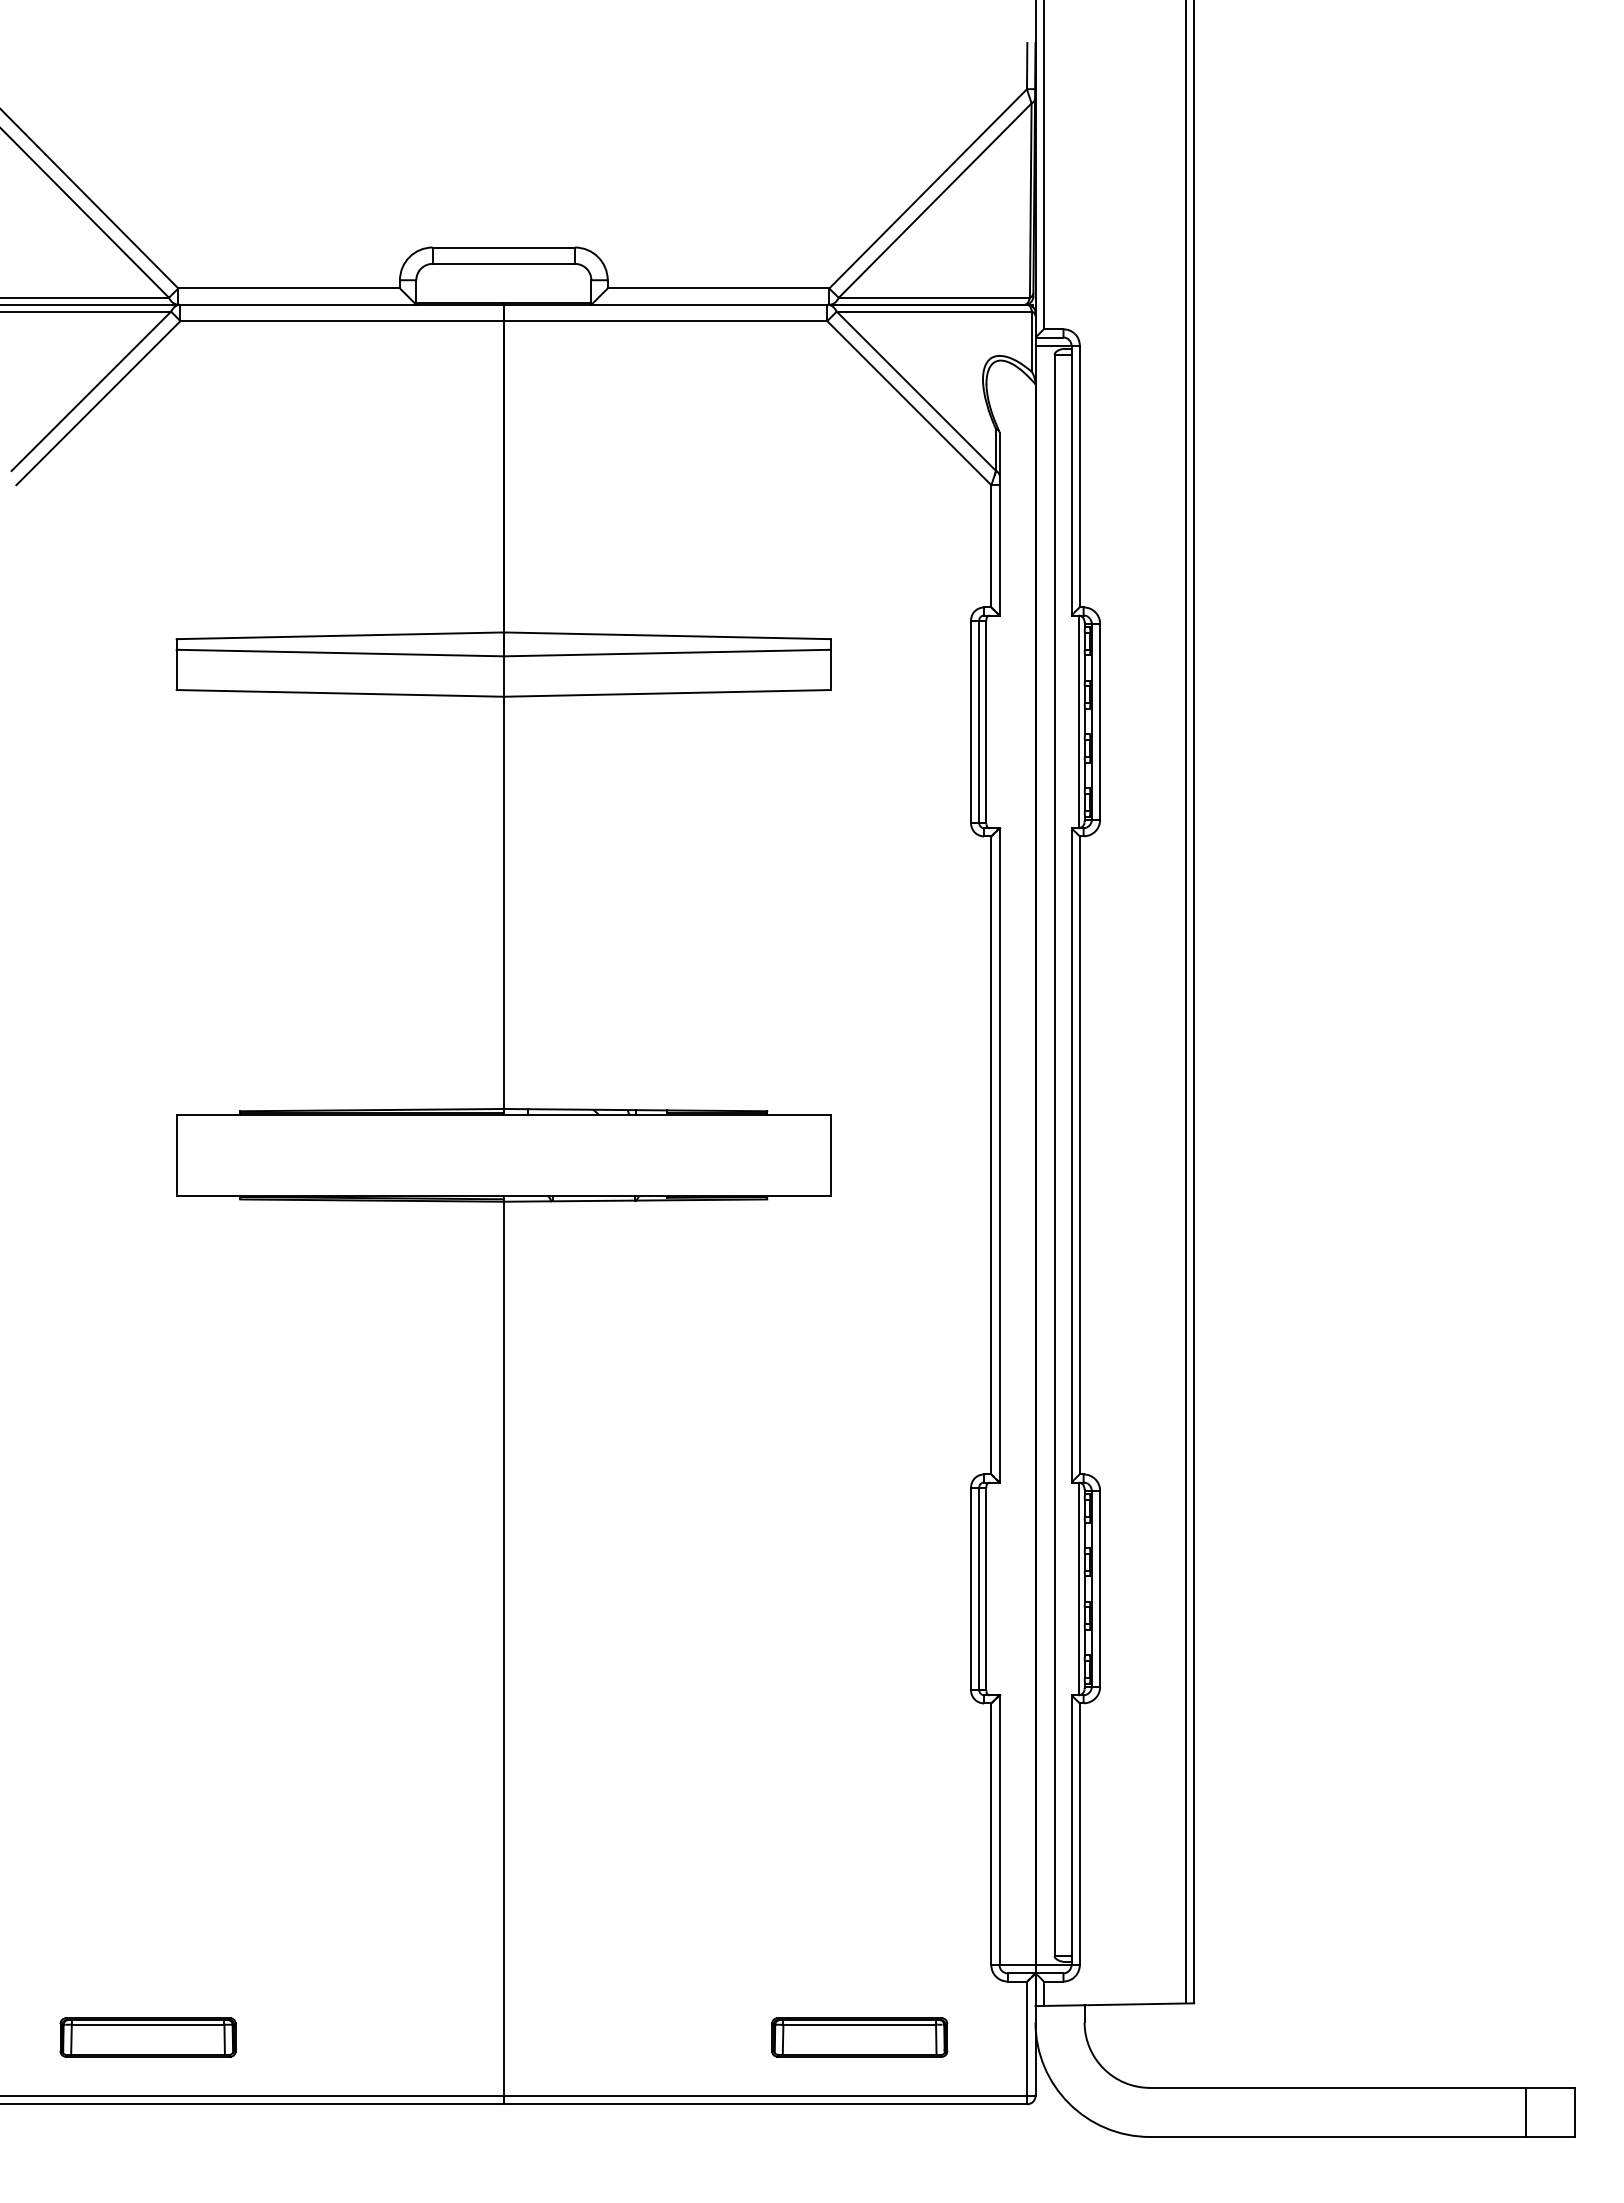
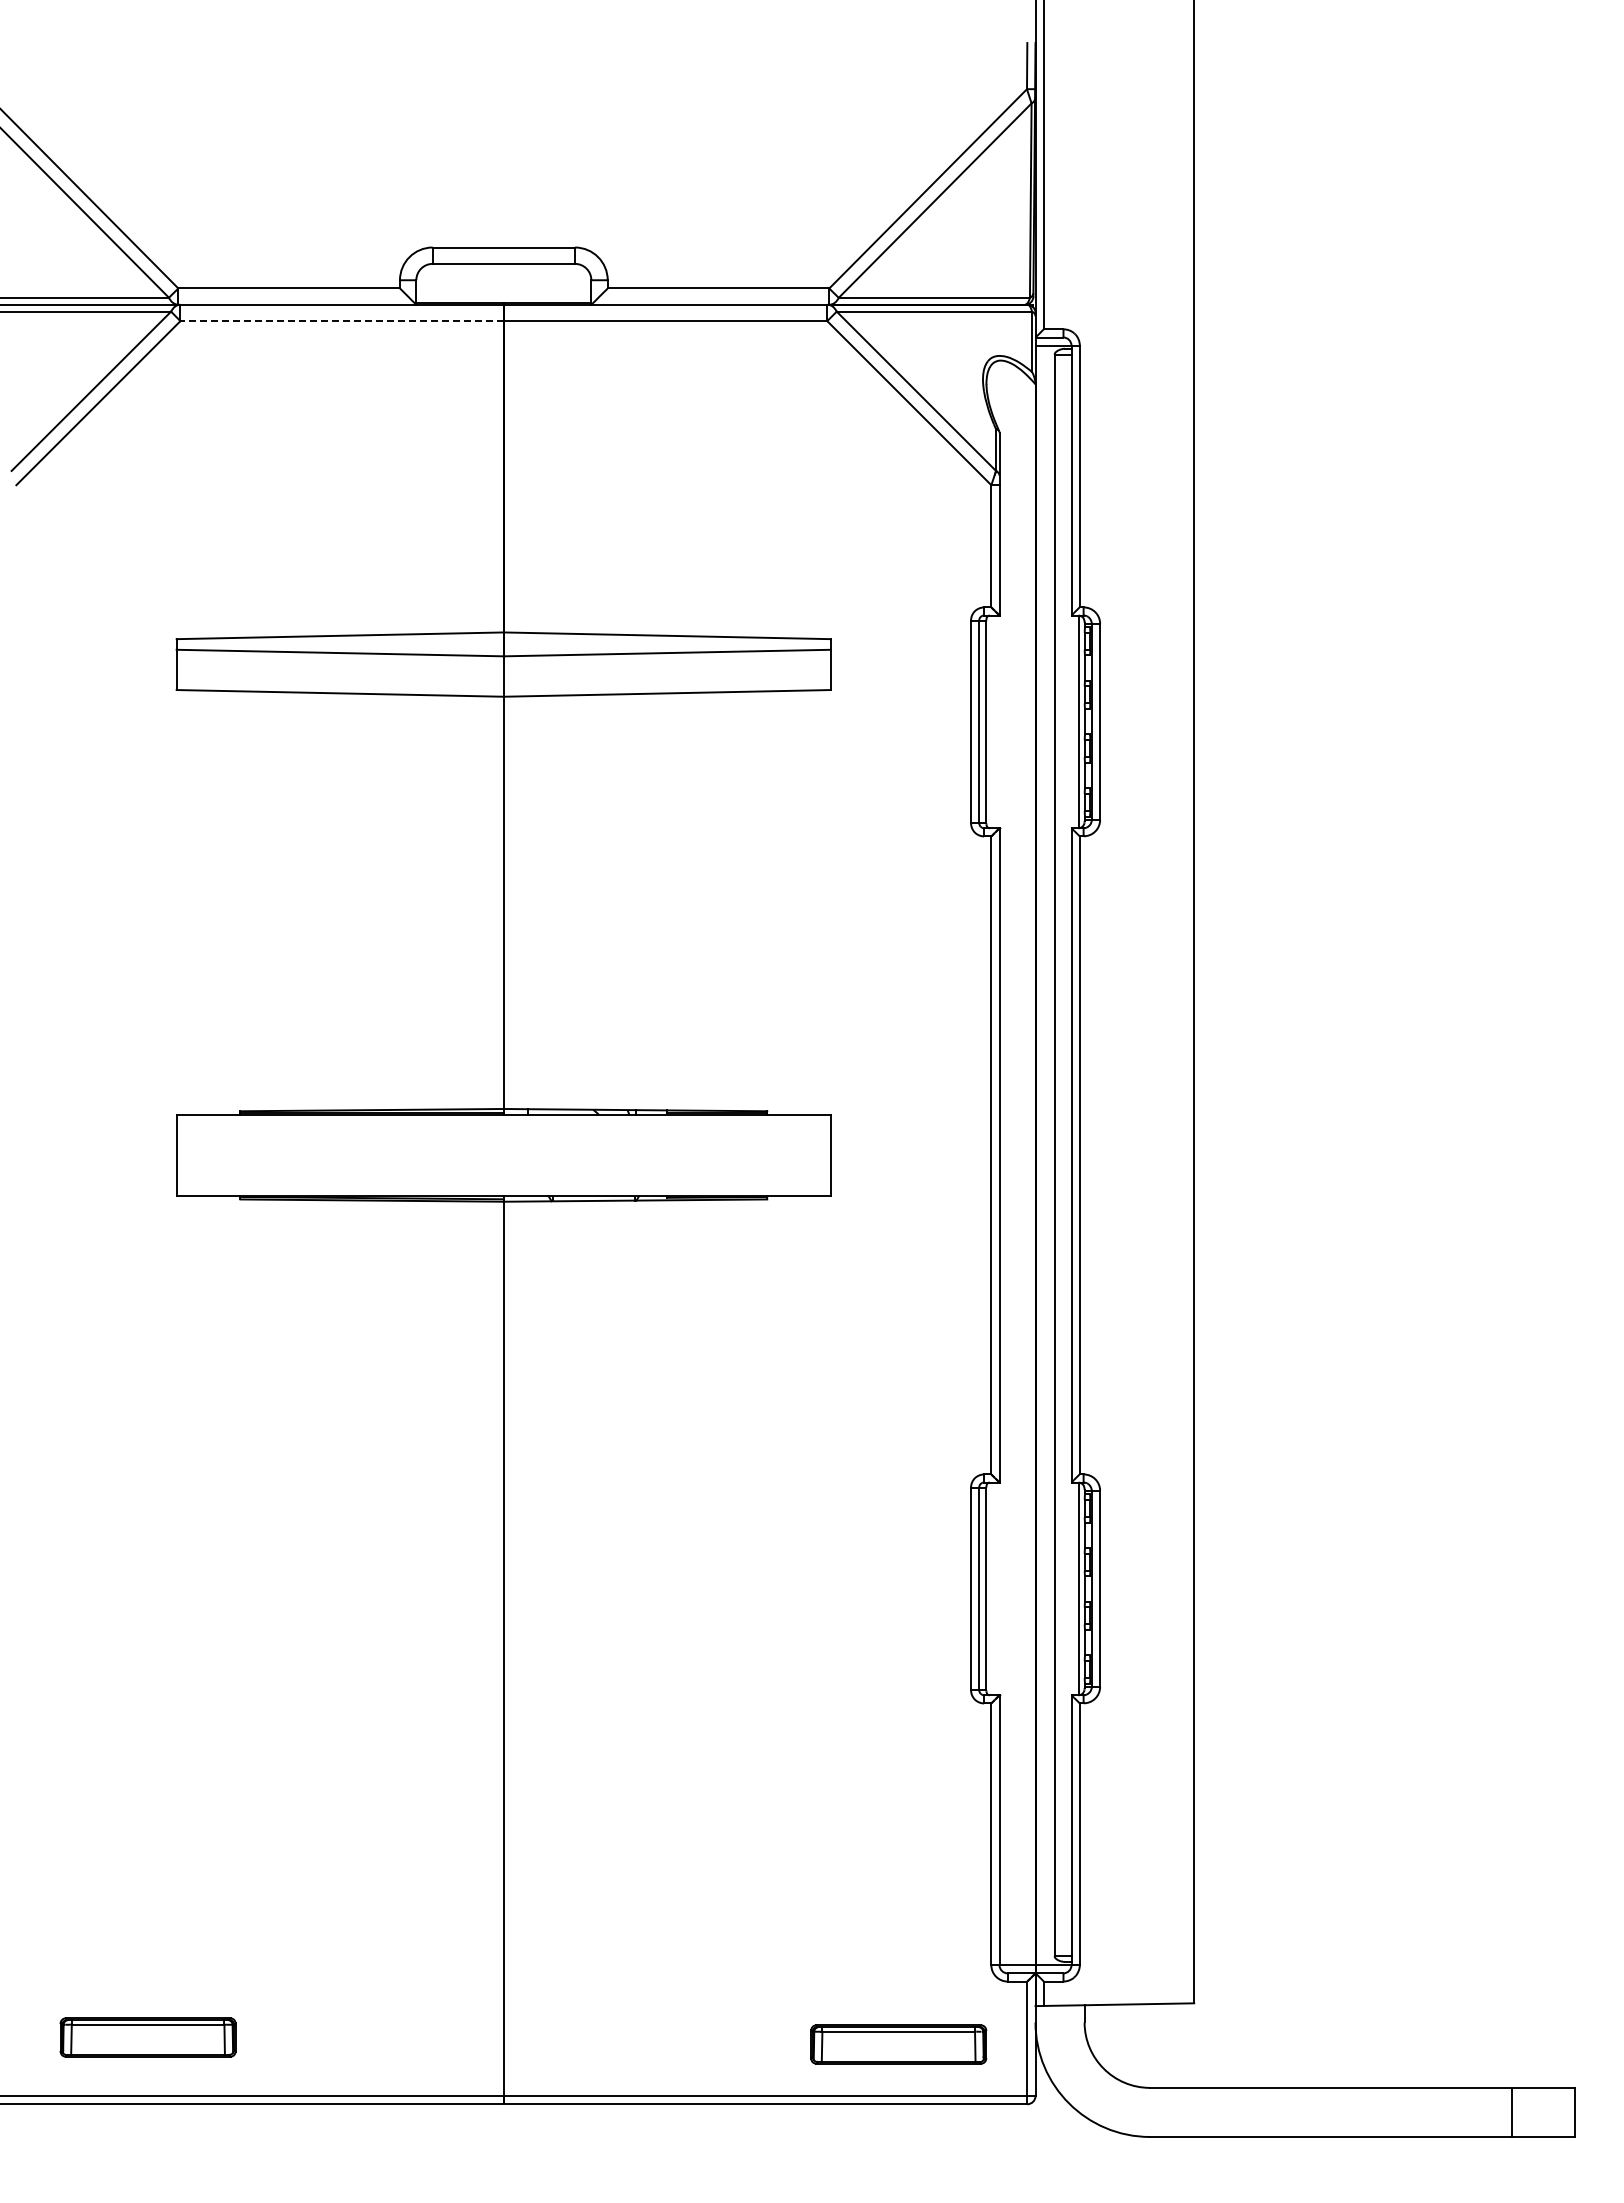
line at (342, 321): solid -> dashed
line at (1186, 1002): present -> none
part at (859, 2037) position: (859, 2037) -> (898, 2044)
line at (1526, 2111) position: (1526, 2111) -> (1512, 2111)
